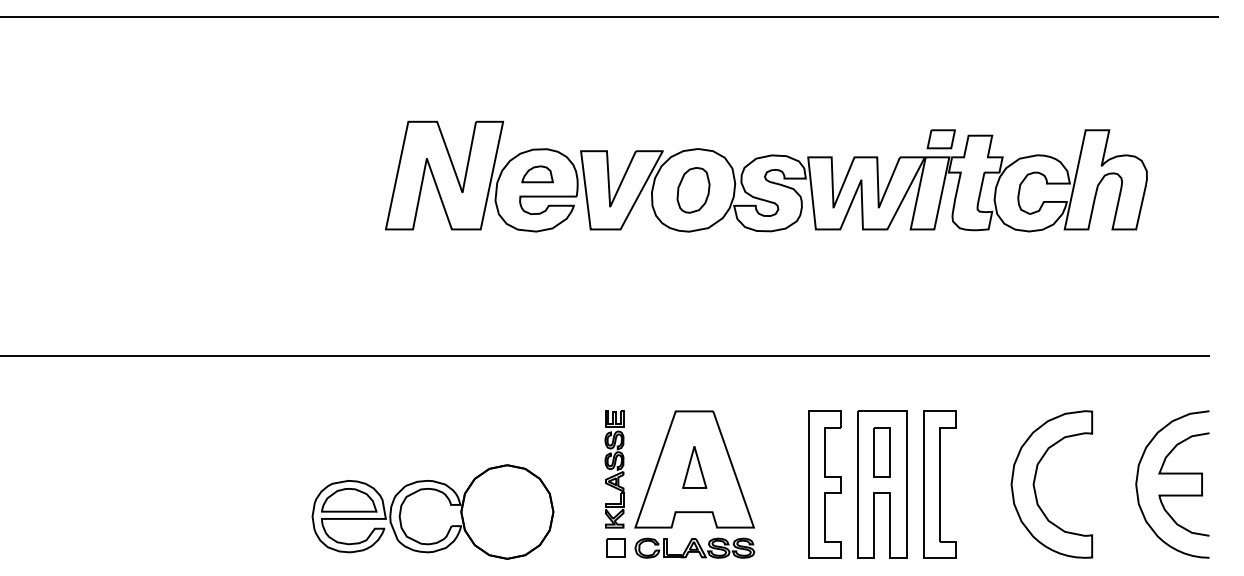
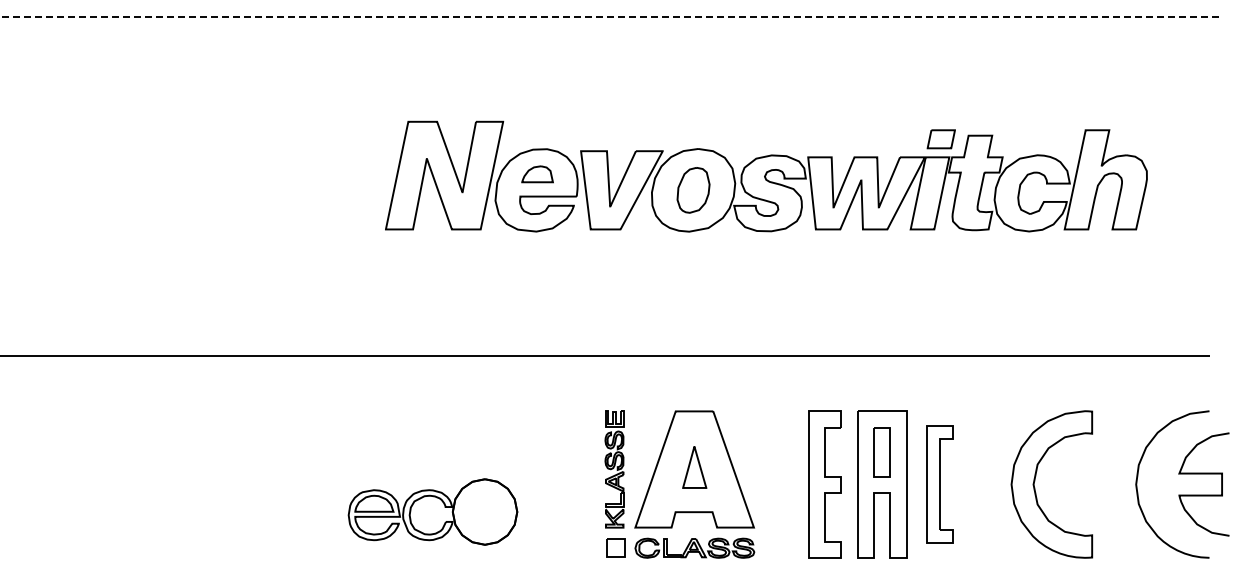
line at (609, 17): solid -> dashed
curve at (1183, 474) position: (1183, 474) -> (1203, 474)
part at (939, 484) size: 34x149 px -> 28x119 px
part at (432, 511) size: 244x96 px -> 172x68 px
